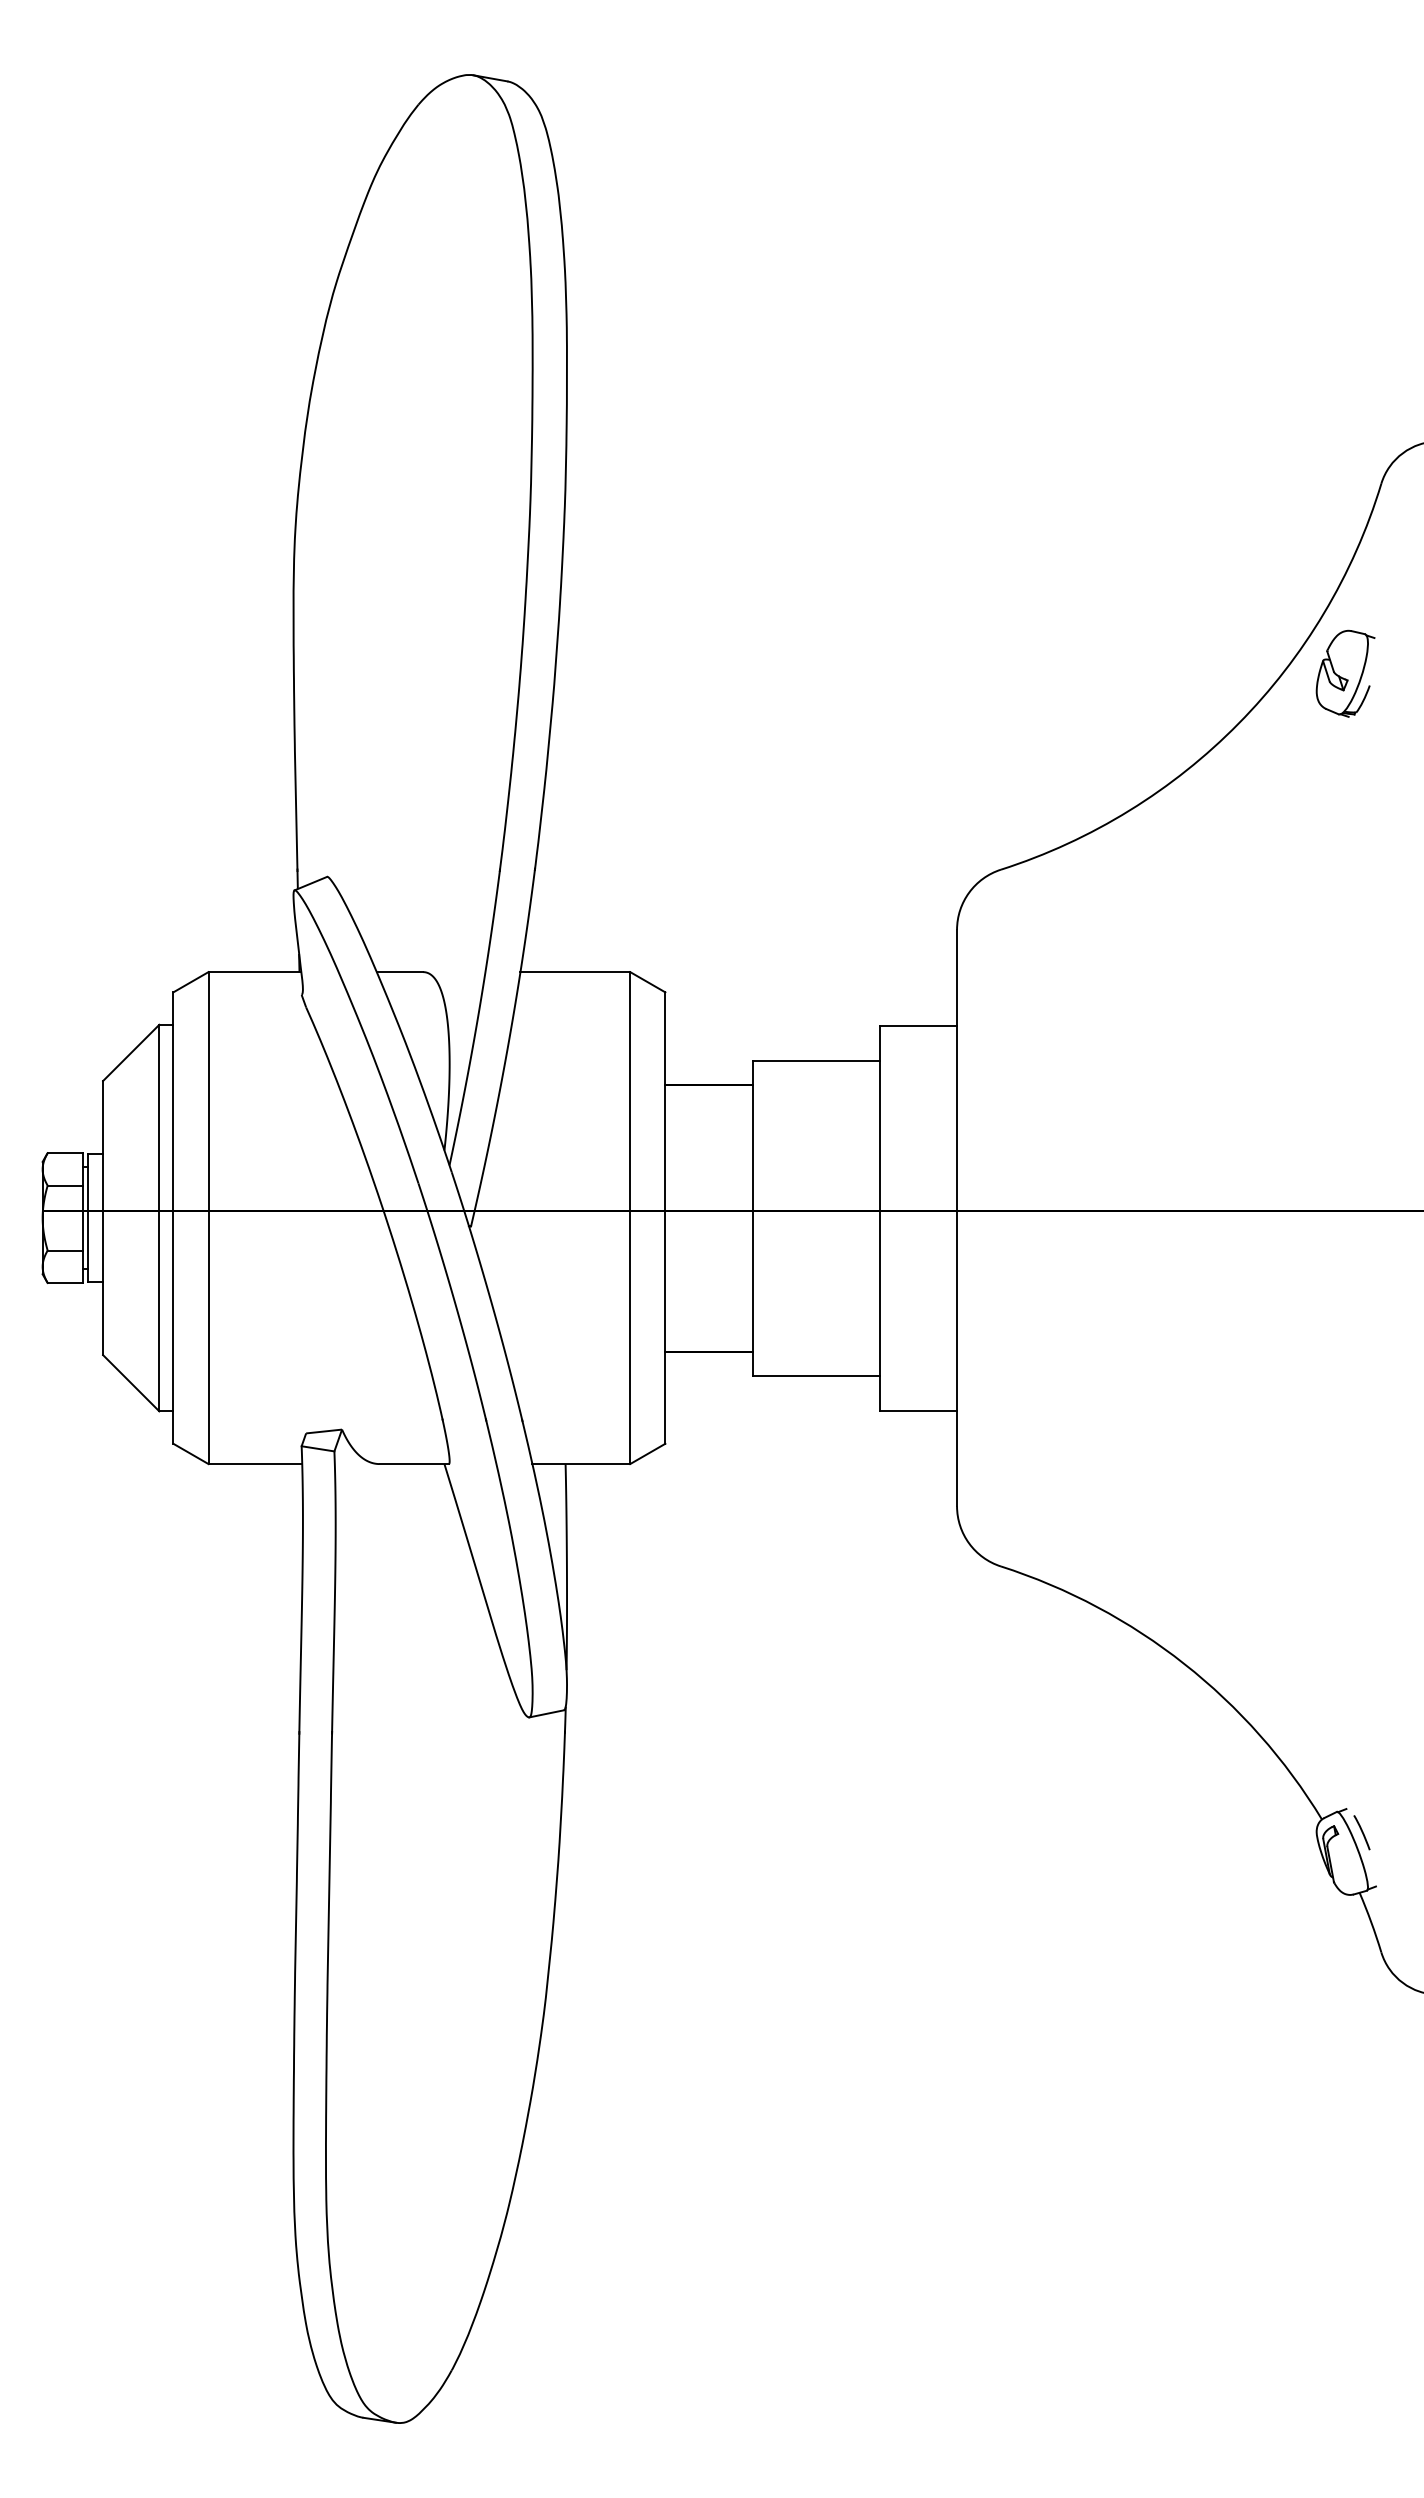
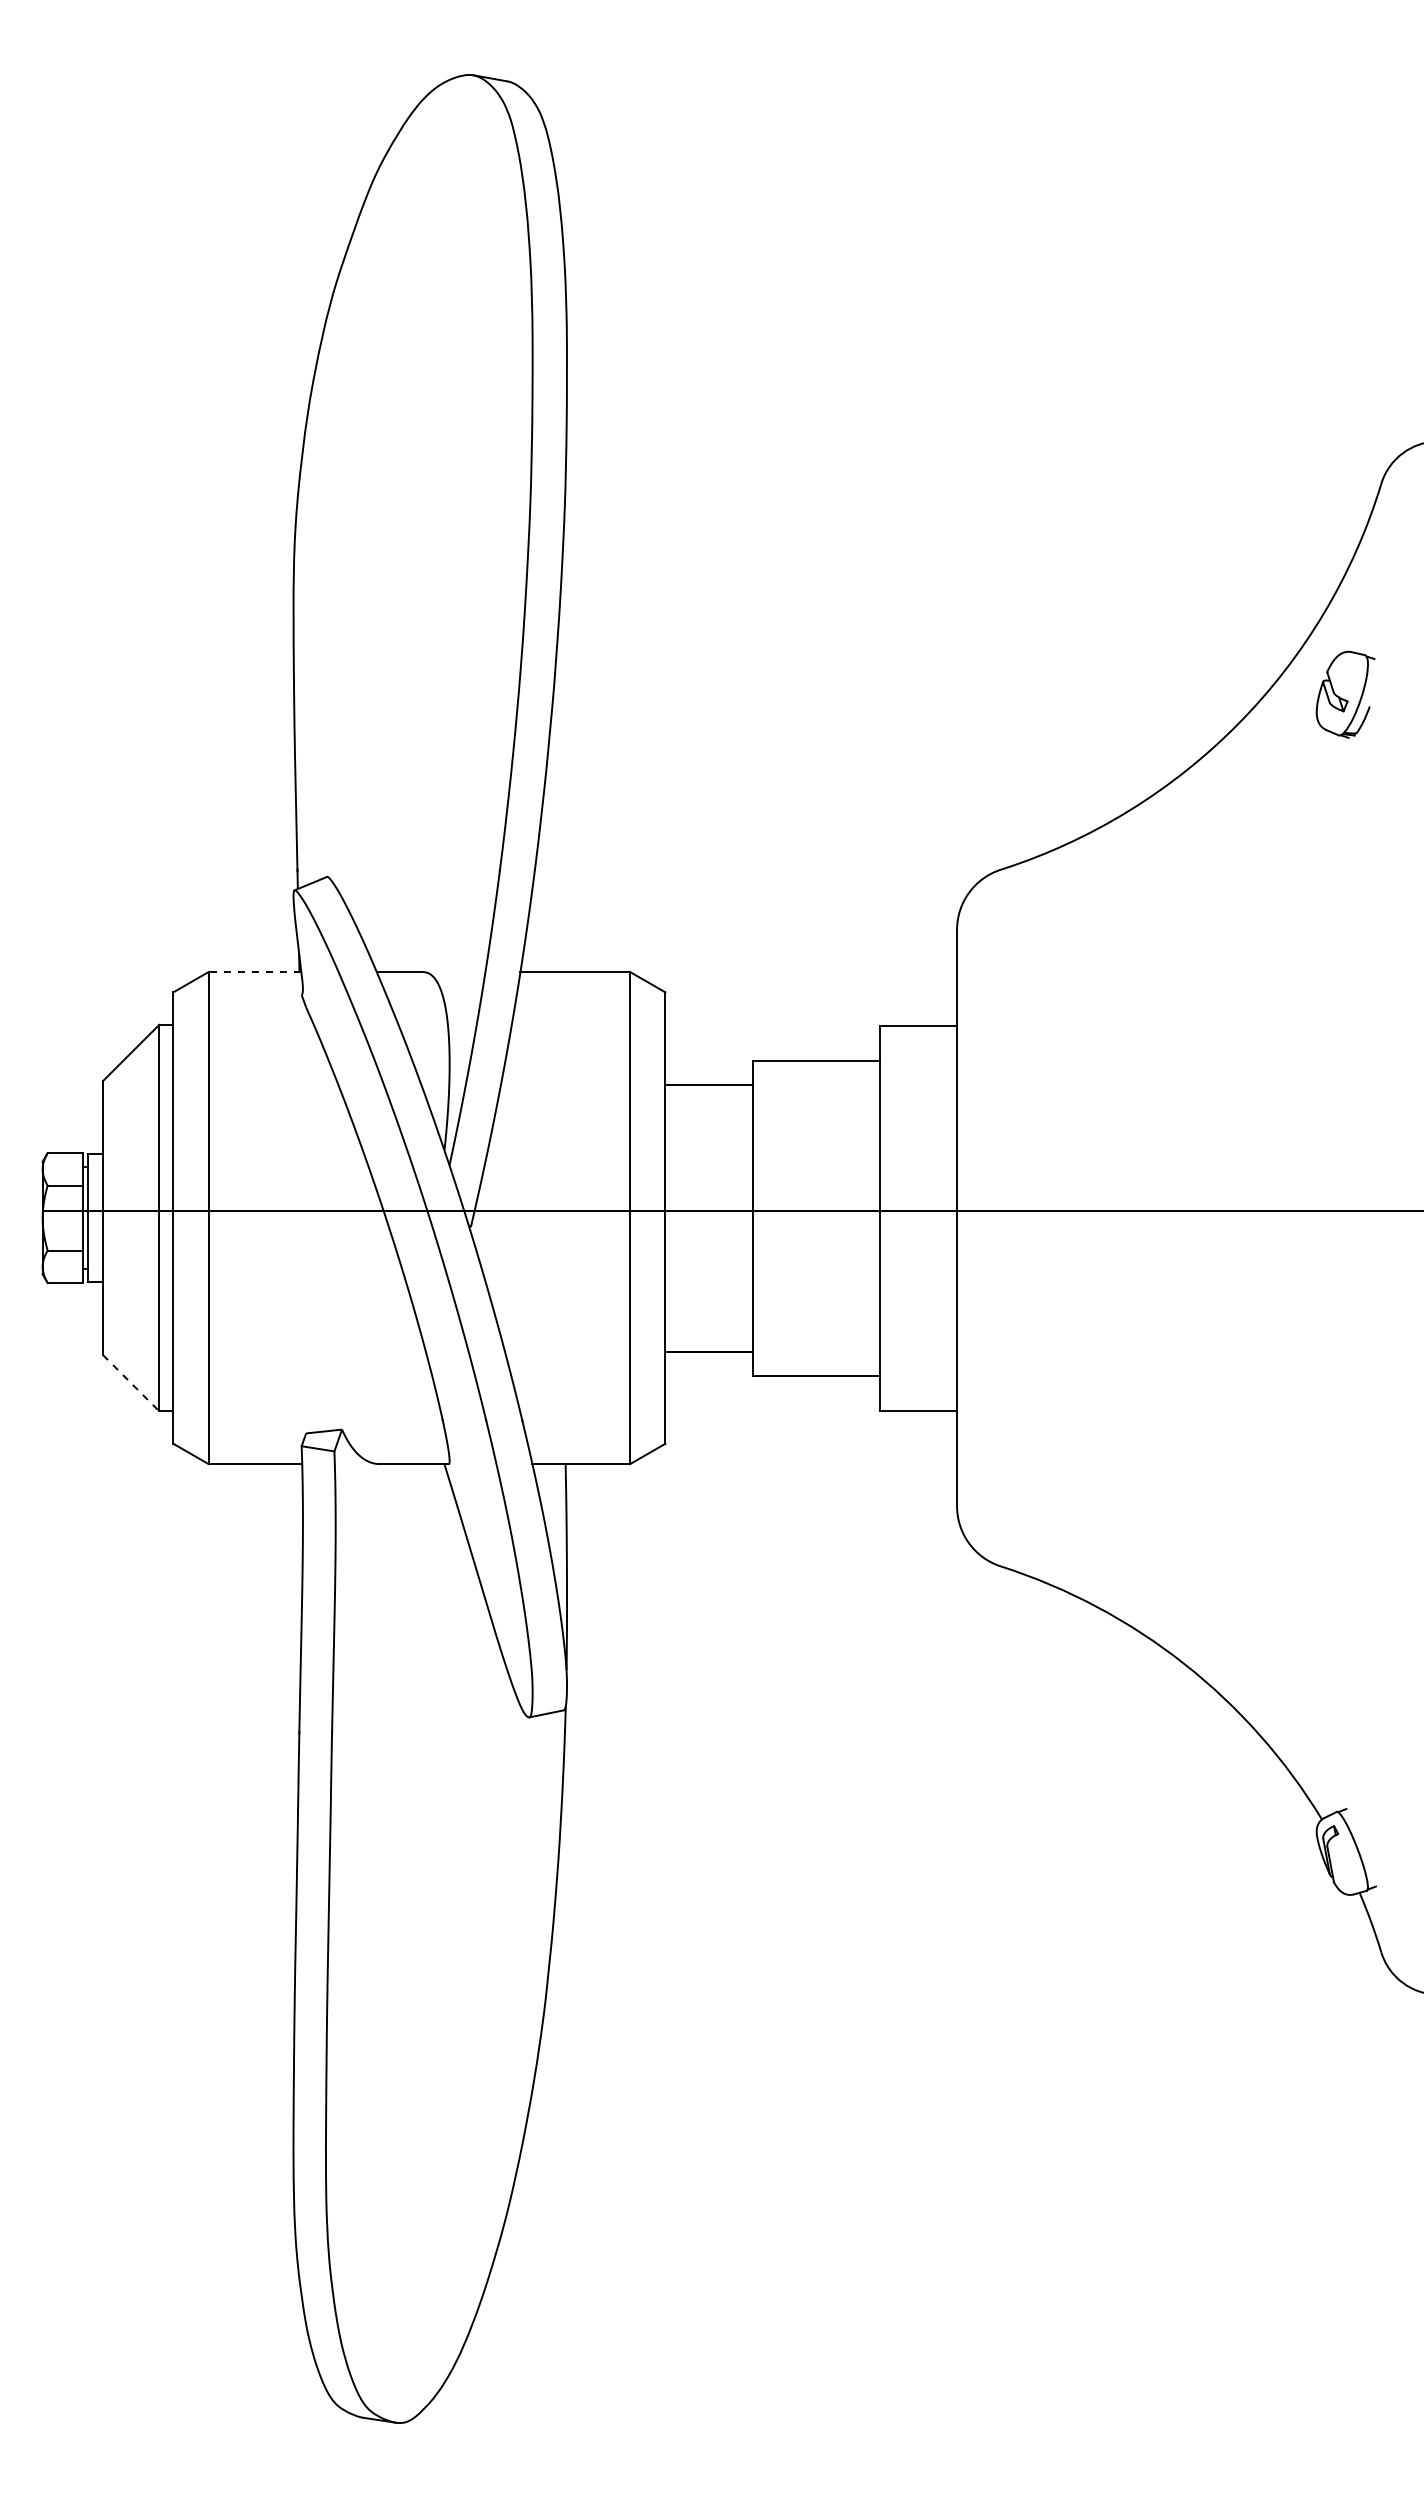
part at (1345, 673) position: (1345, 673) -> (1345, 694)
line at (254, 972): solid -> dashed
line at (131, 1383): solid -> dashed
line at (1361, 1832): present -> none
